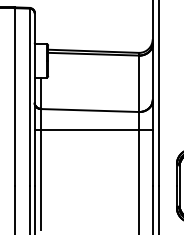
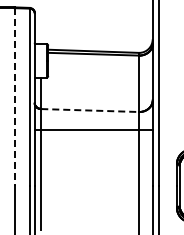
line at (14, 97): solid -> dashed
line at (90, 110): solid -> dashed
